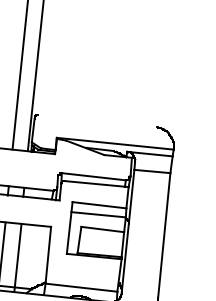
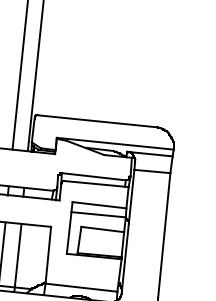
line at (97, 121): none -> present
